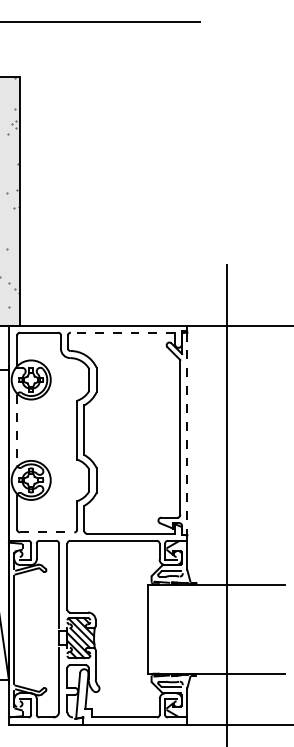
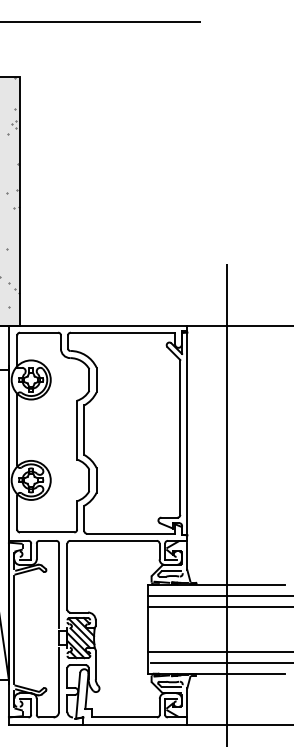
line at (122, 332): dashed -> solid
line at (17, 430): dashed -> solid
line at (187, 434): dashed -> solid
line at (47, 532): dashed -> solid
line at (219, 595): none -> present
line at (219, 606): none -> present
line at (219, 651): none -> present
line at (220, 662): none -> present
